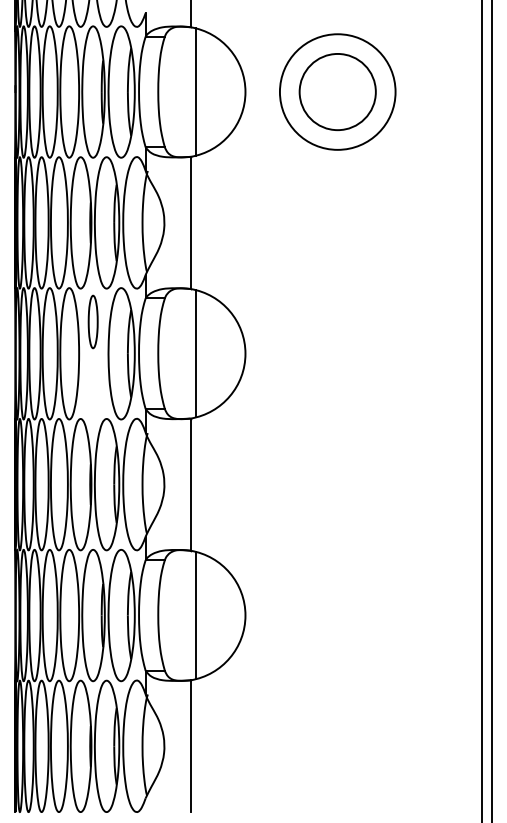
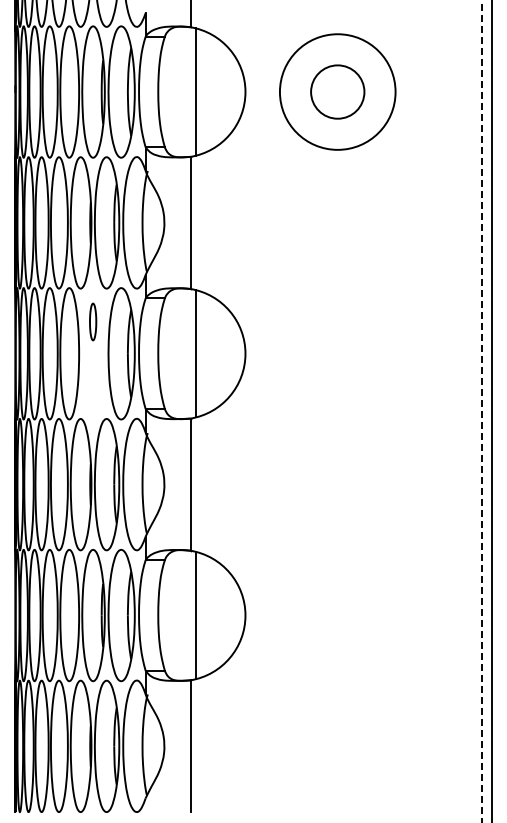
circle at (337, 91) diameter: 76 px -> 53 px
part at (92, 321) size: 12x56 px -> 9x40 px
line at (482, 411): solid -> dashed
